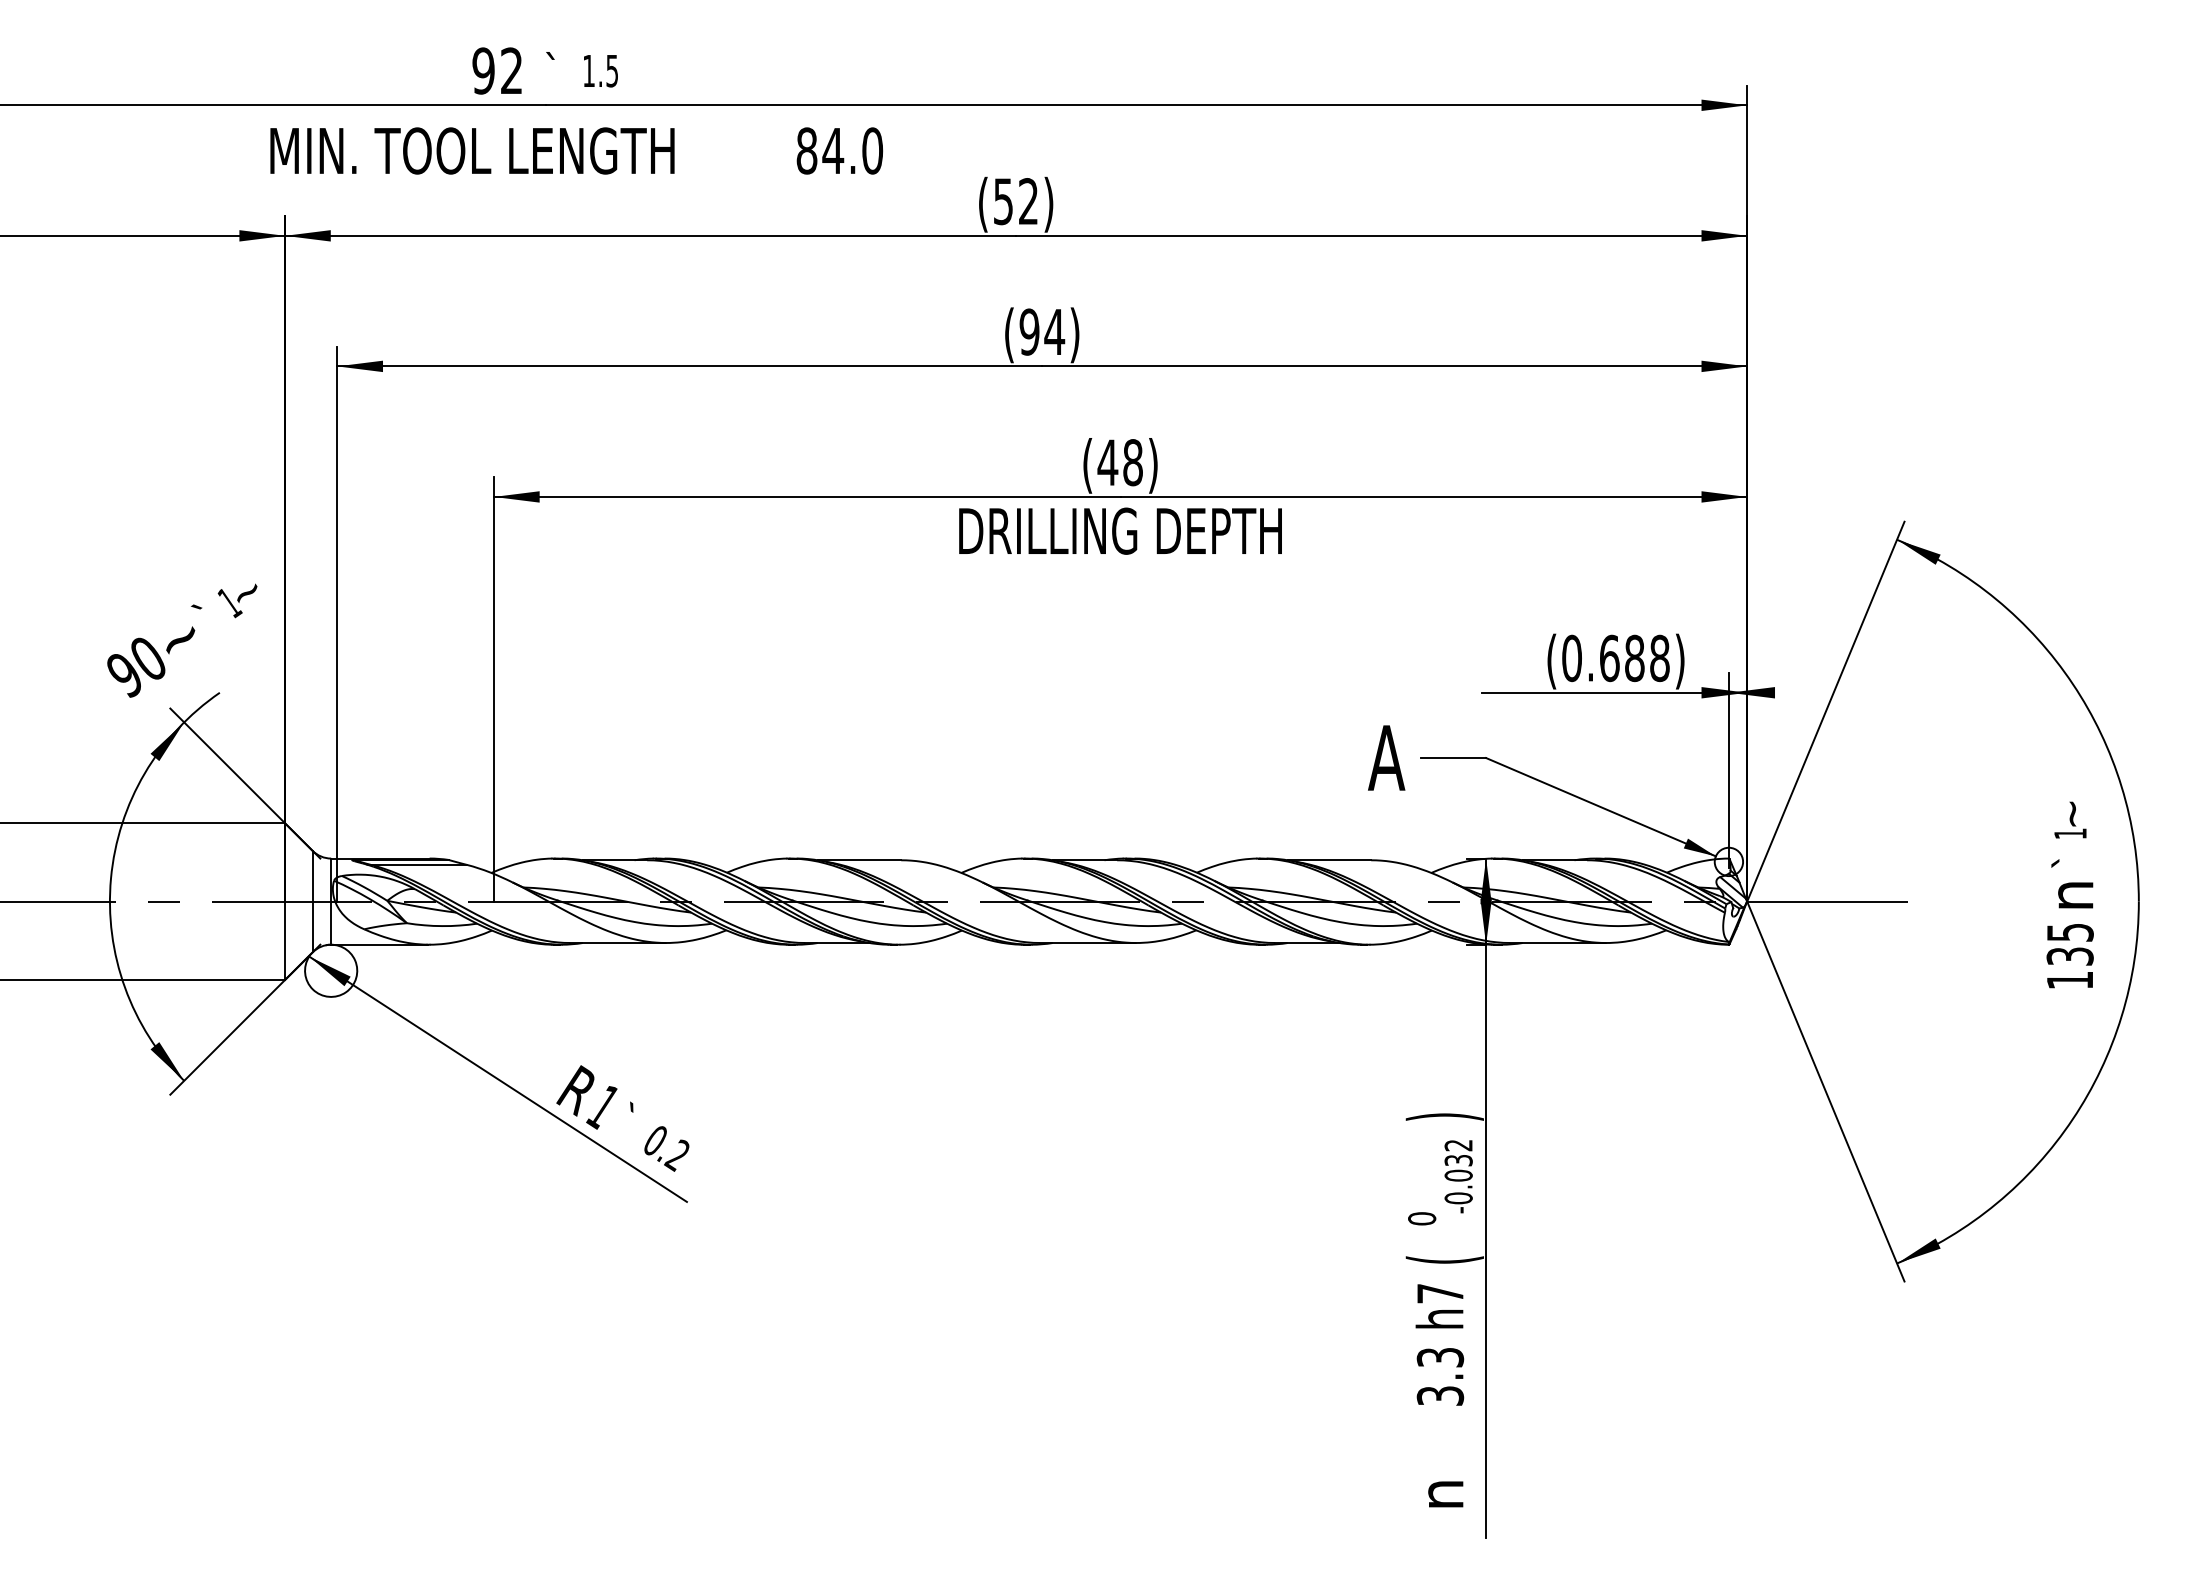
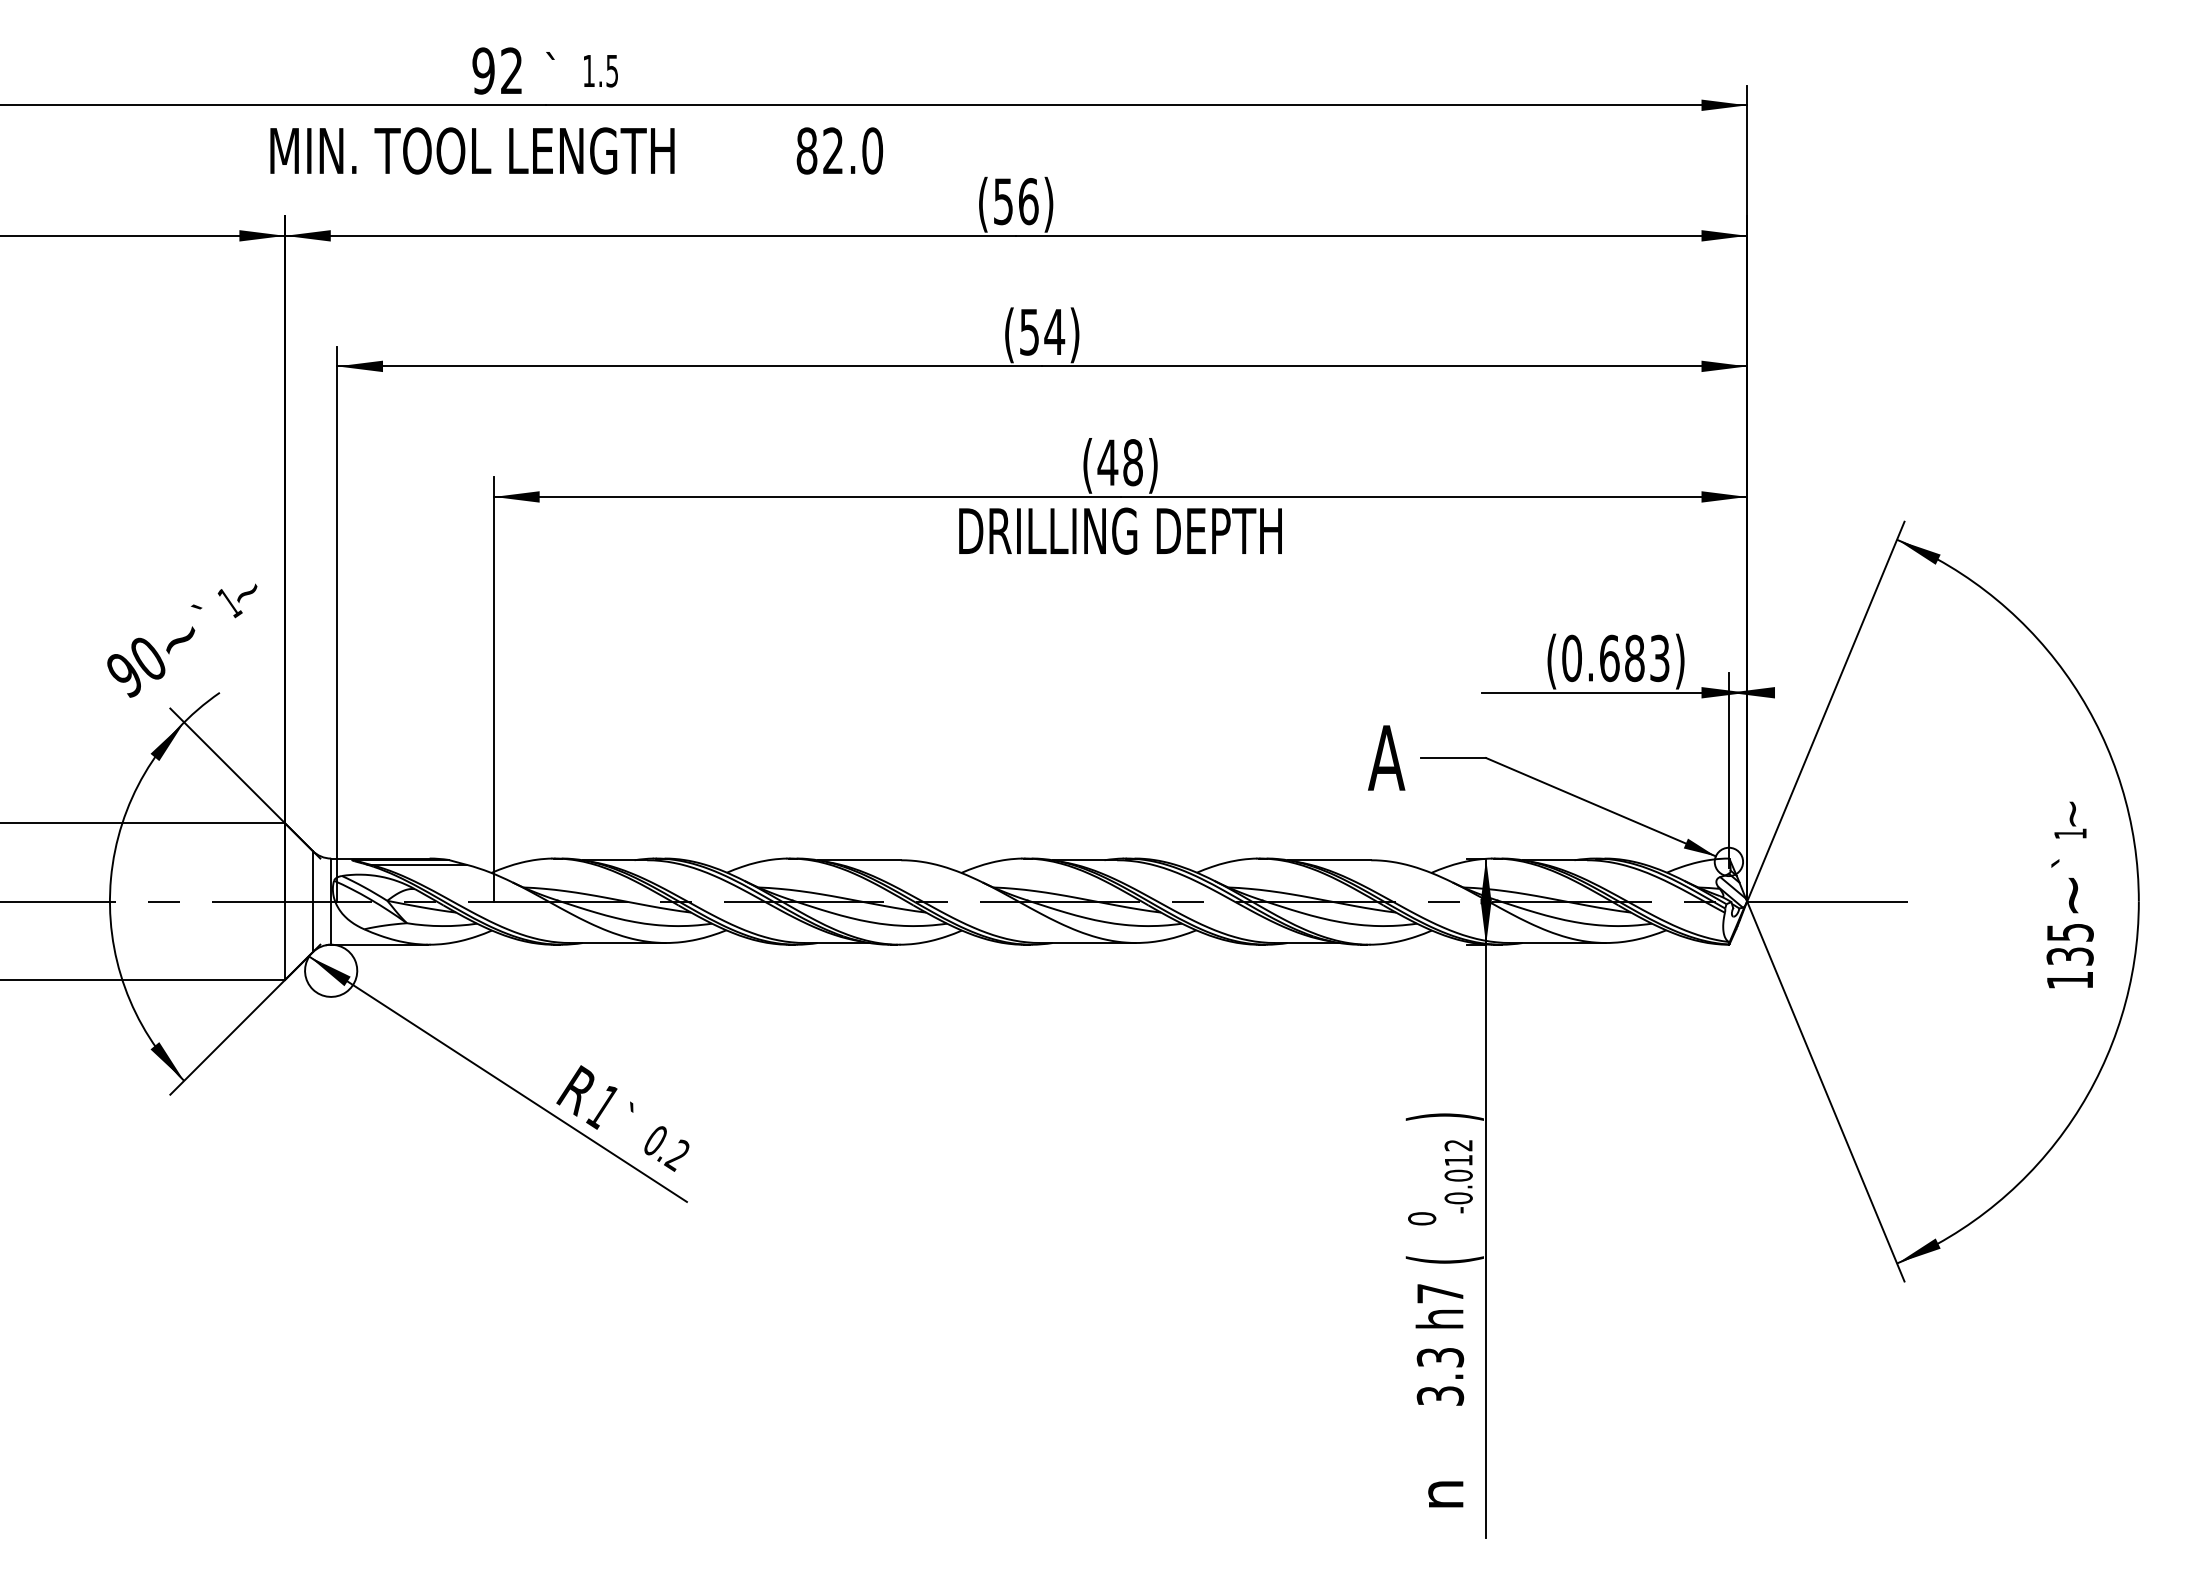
text at (833, 150): 84.0 -> 82.0
text at (1028, 201): (52) -> (56)
text at (1029, 331): (94) -> (54)
text at (1659, 658): (0.688) -> (0.683)
text at (2075, 895): n -> ~
text at (1458, 1160): -0.032 -> -0.012
